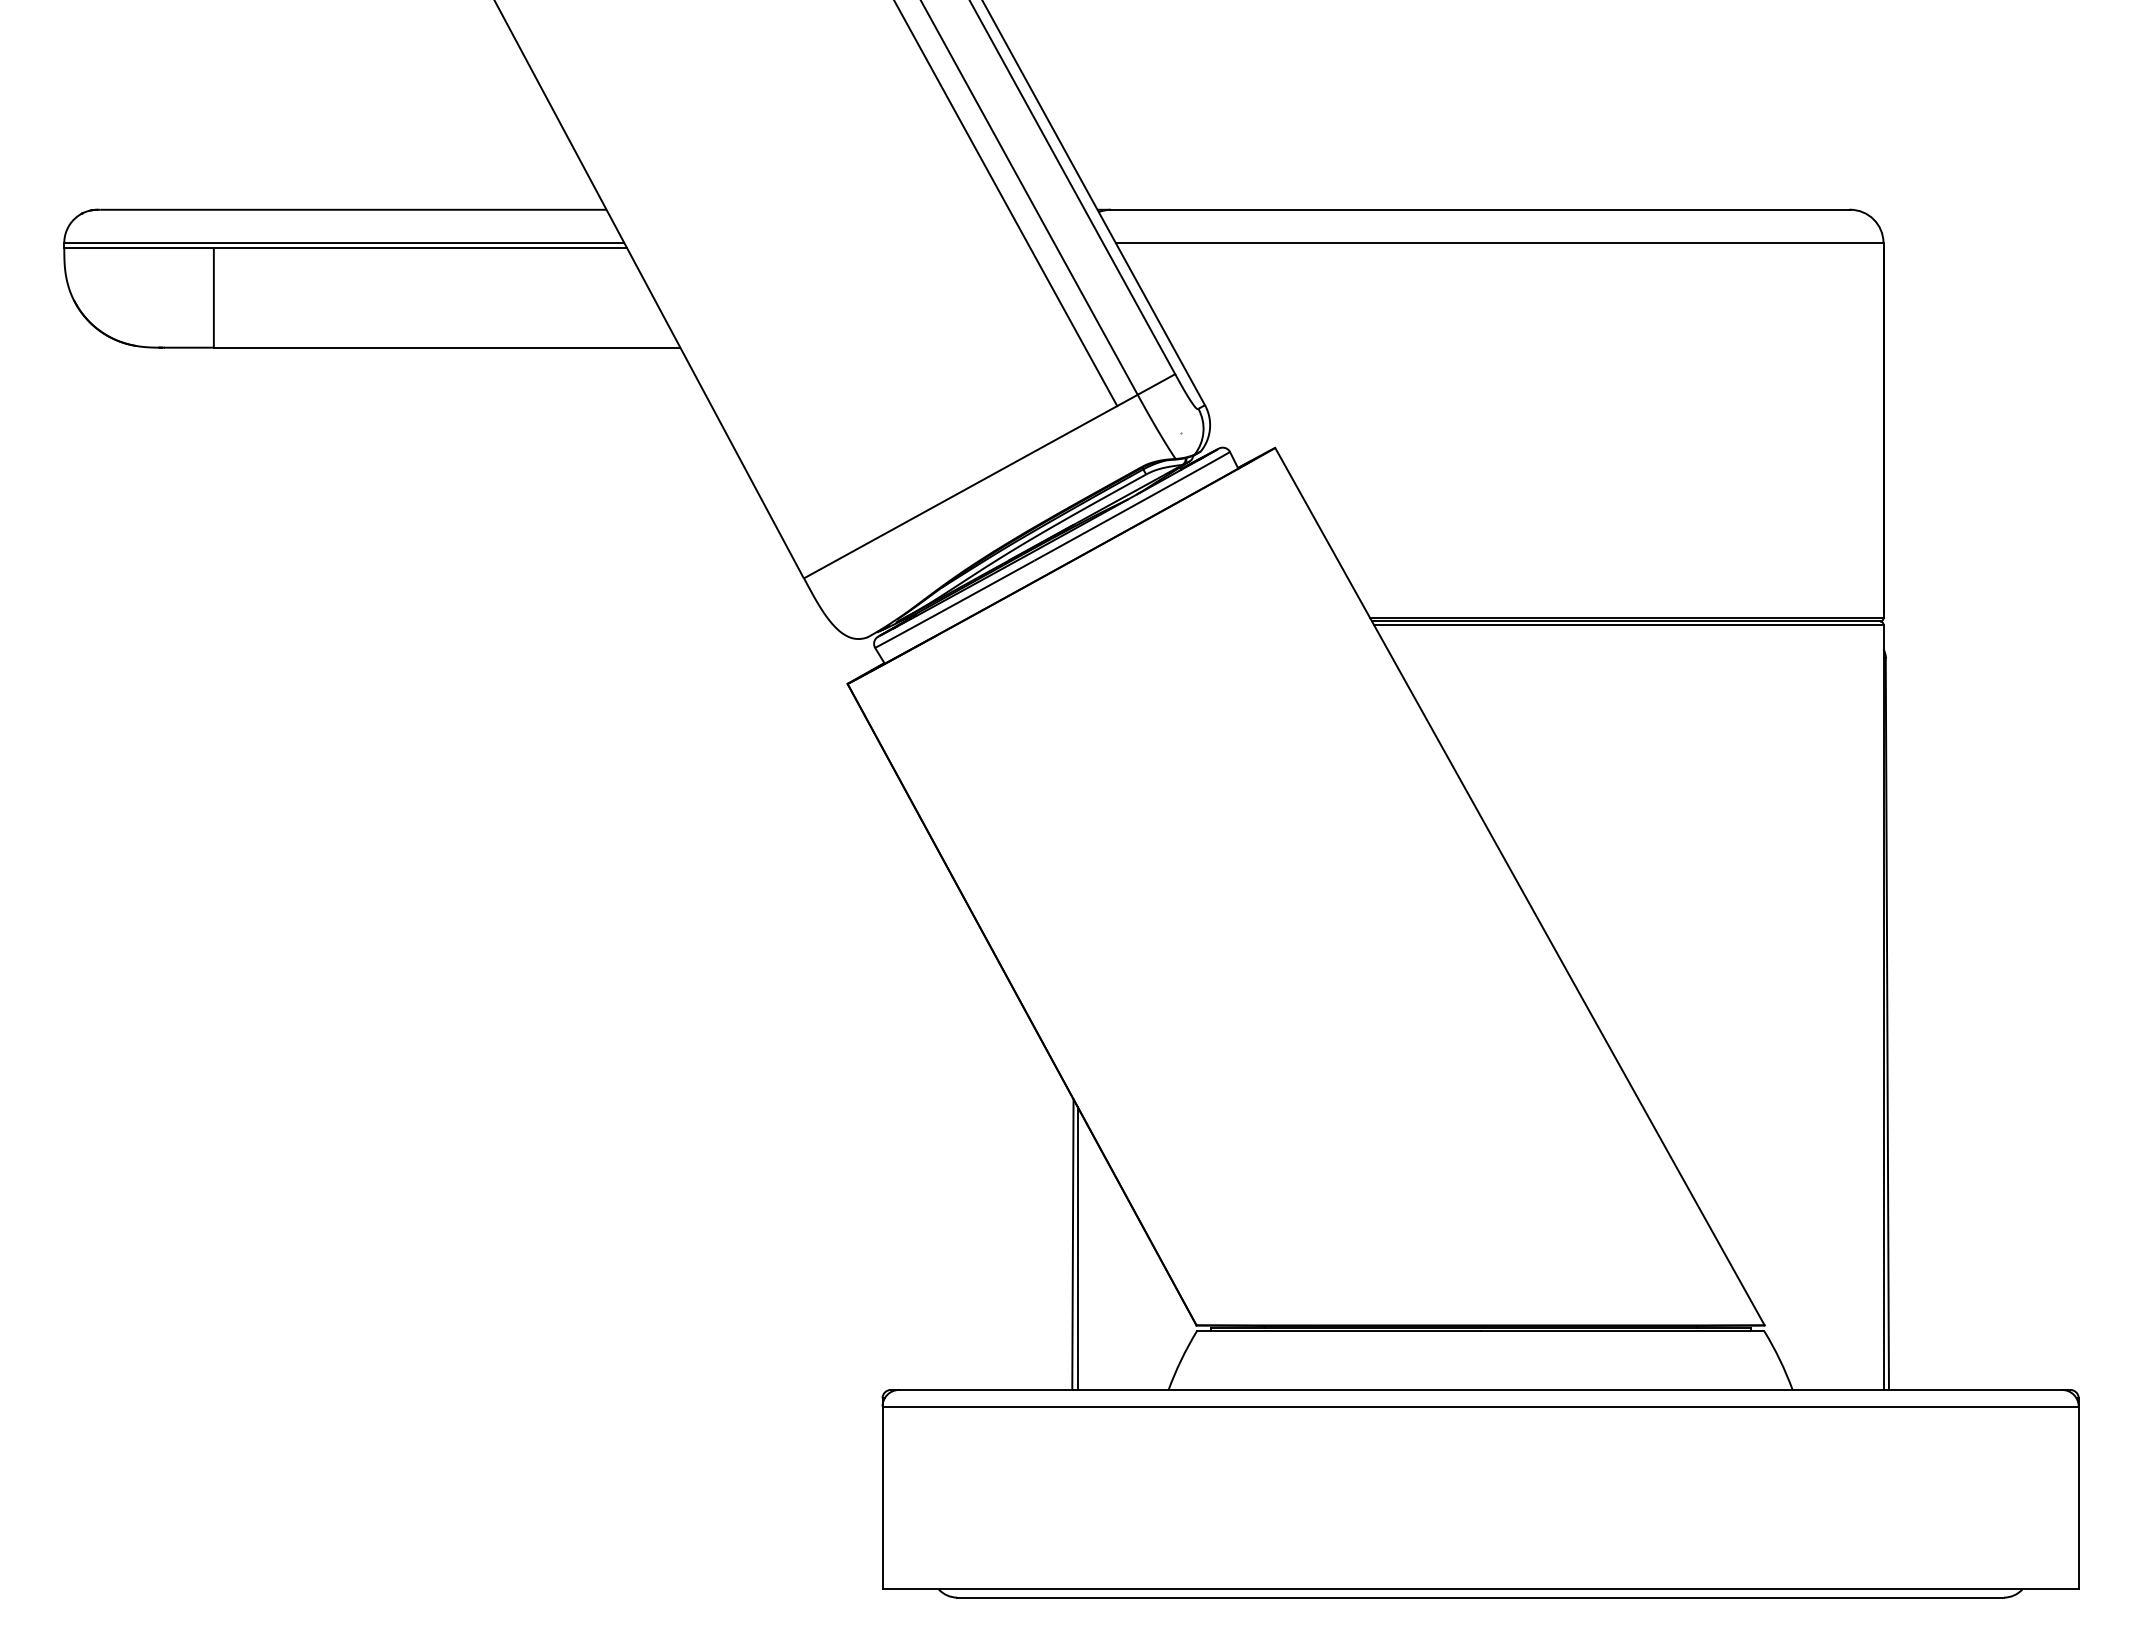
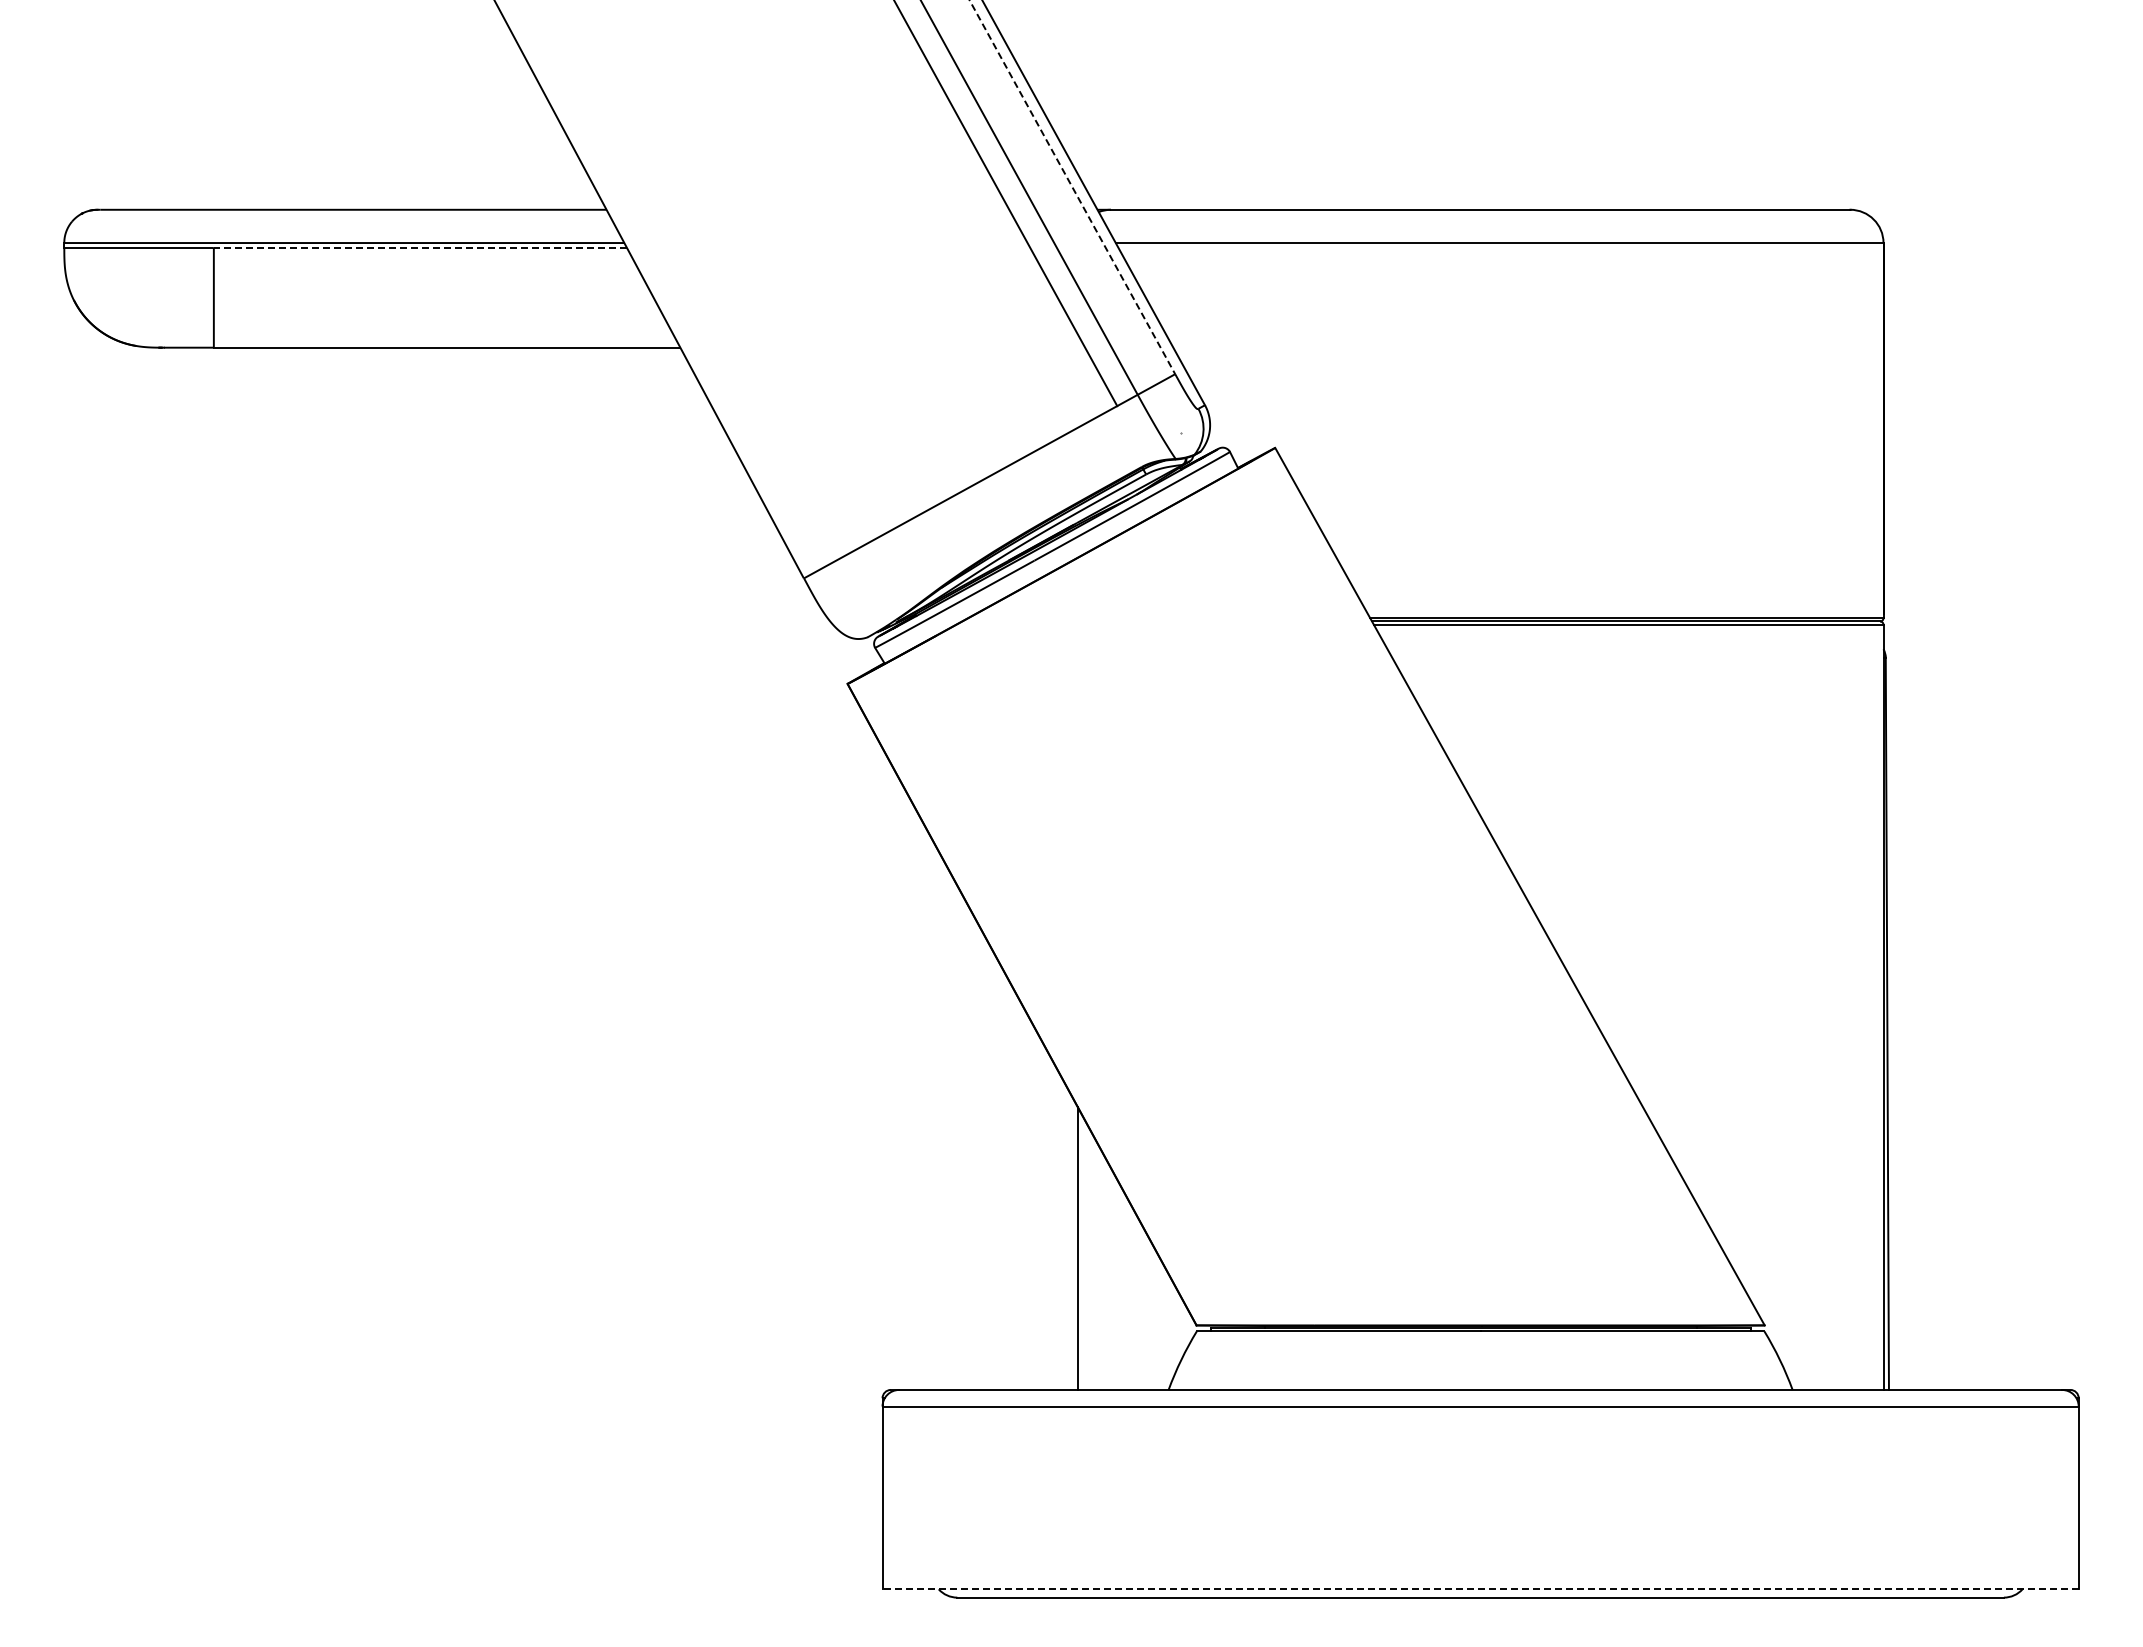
line at (1072, 187): solid -> dashed
line at (420, 248): solid -> dashed
line at (1072, 1244): present -> none
line at (1480, 1589): solid -> dashed
